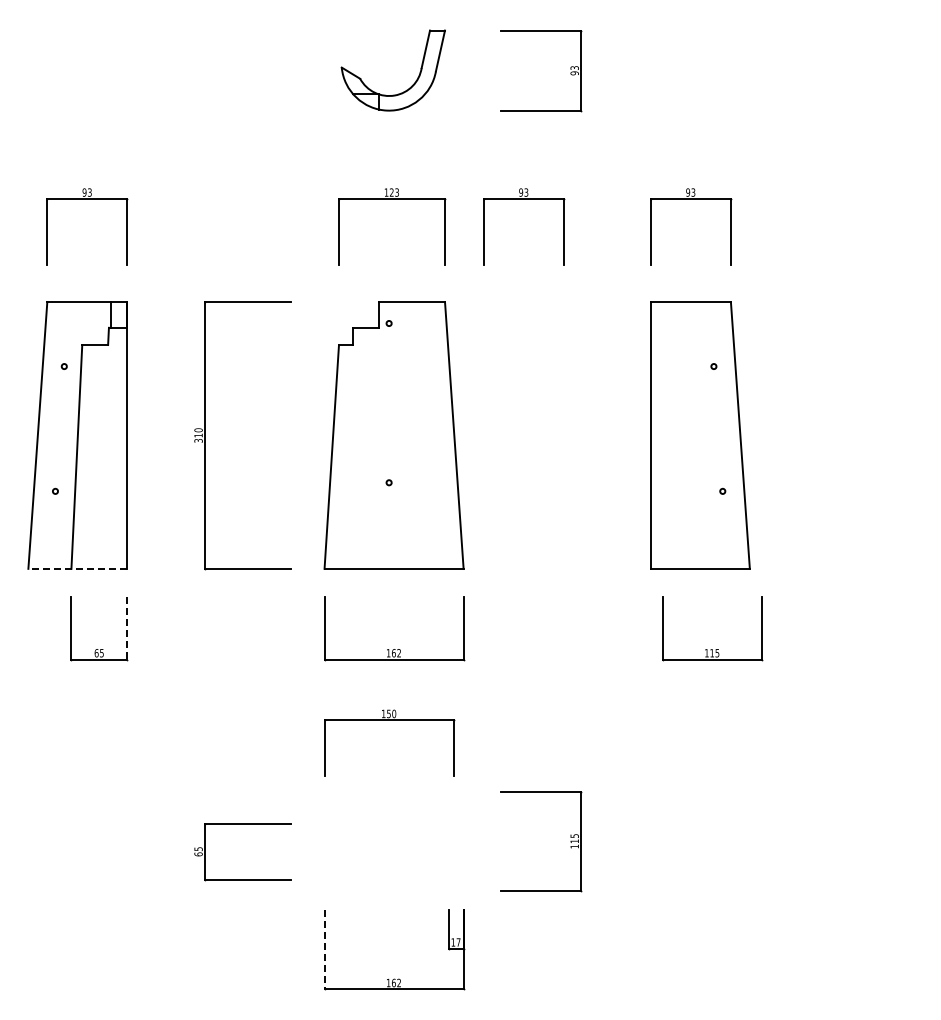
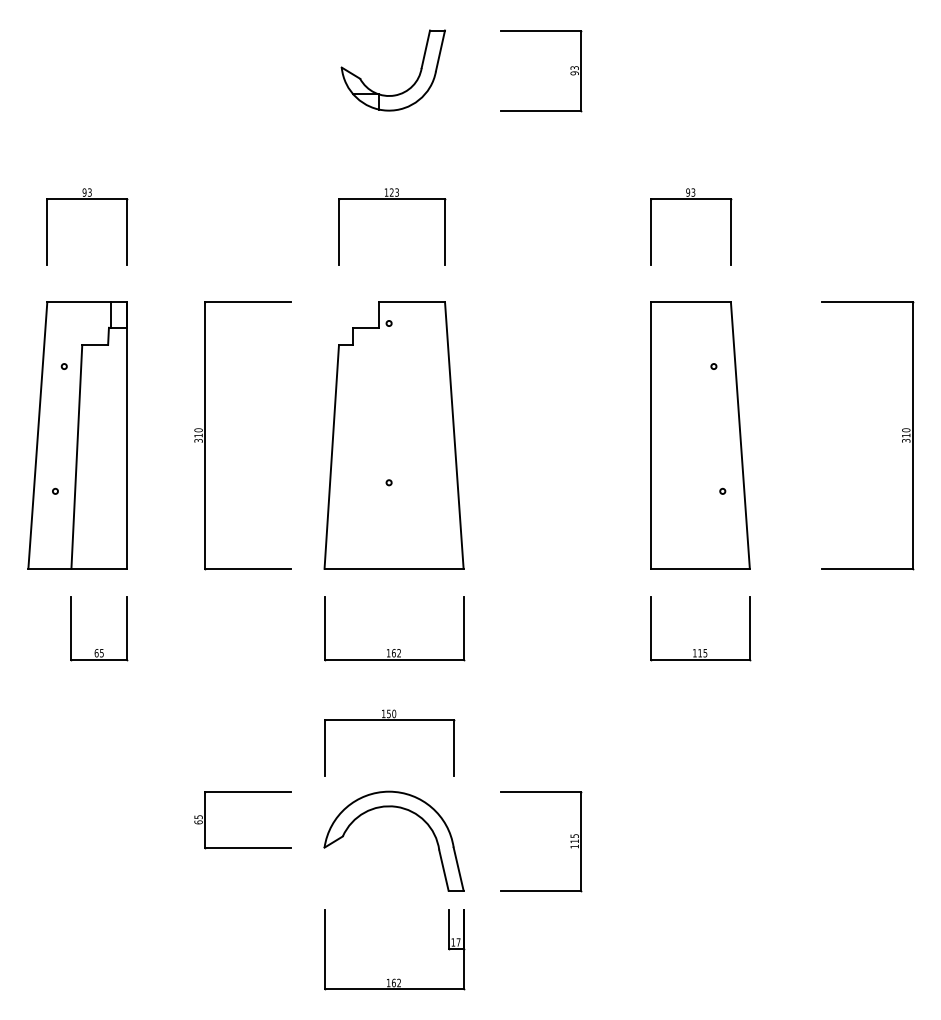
part at (524, 199): present -> none
part at (902, 435): none -> present
line at (77, 568): dashed -> solid
line at (127, 628): dashed -> solid
part at (712, 649) position: (712, 649) -> (700, 649)
part at (402, 809): none -> present
part at (242, 879) position: (242, 879) -> (242, 847)
line at (324, 949): dashed -> solid
